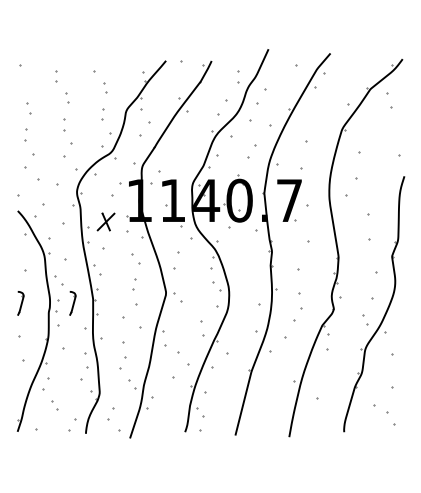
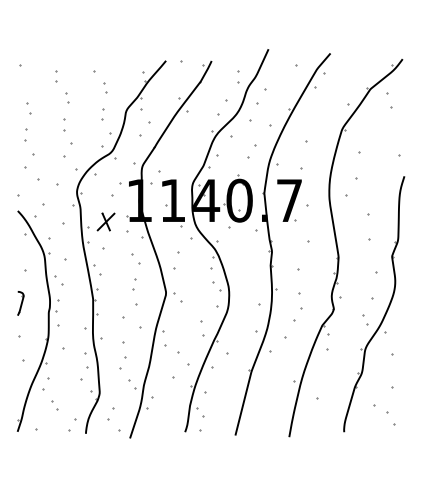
part at (72, 303): present -> none
